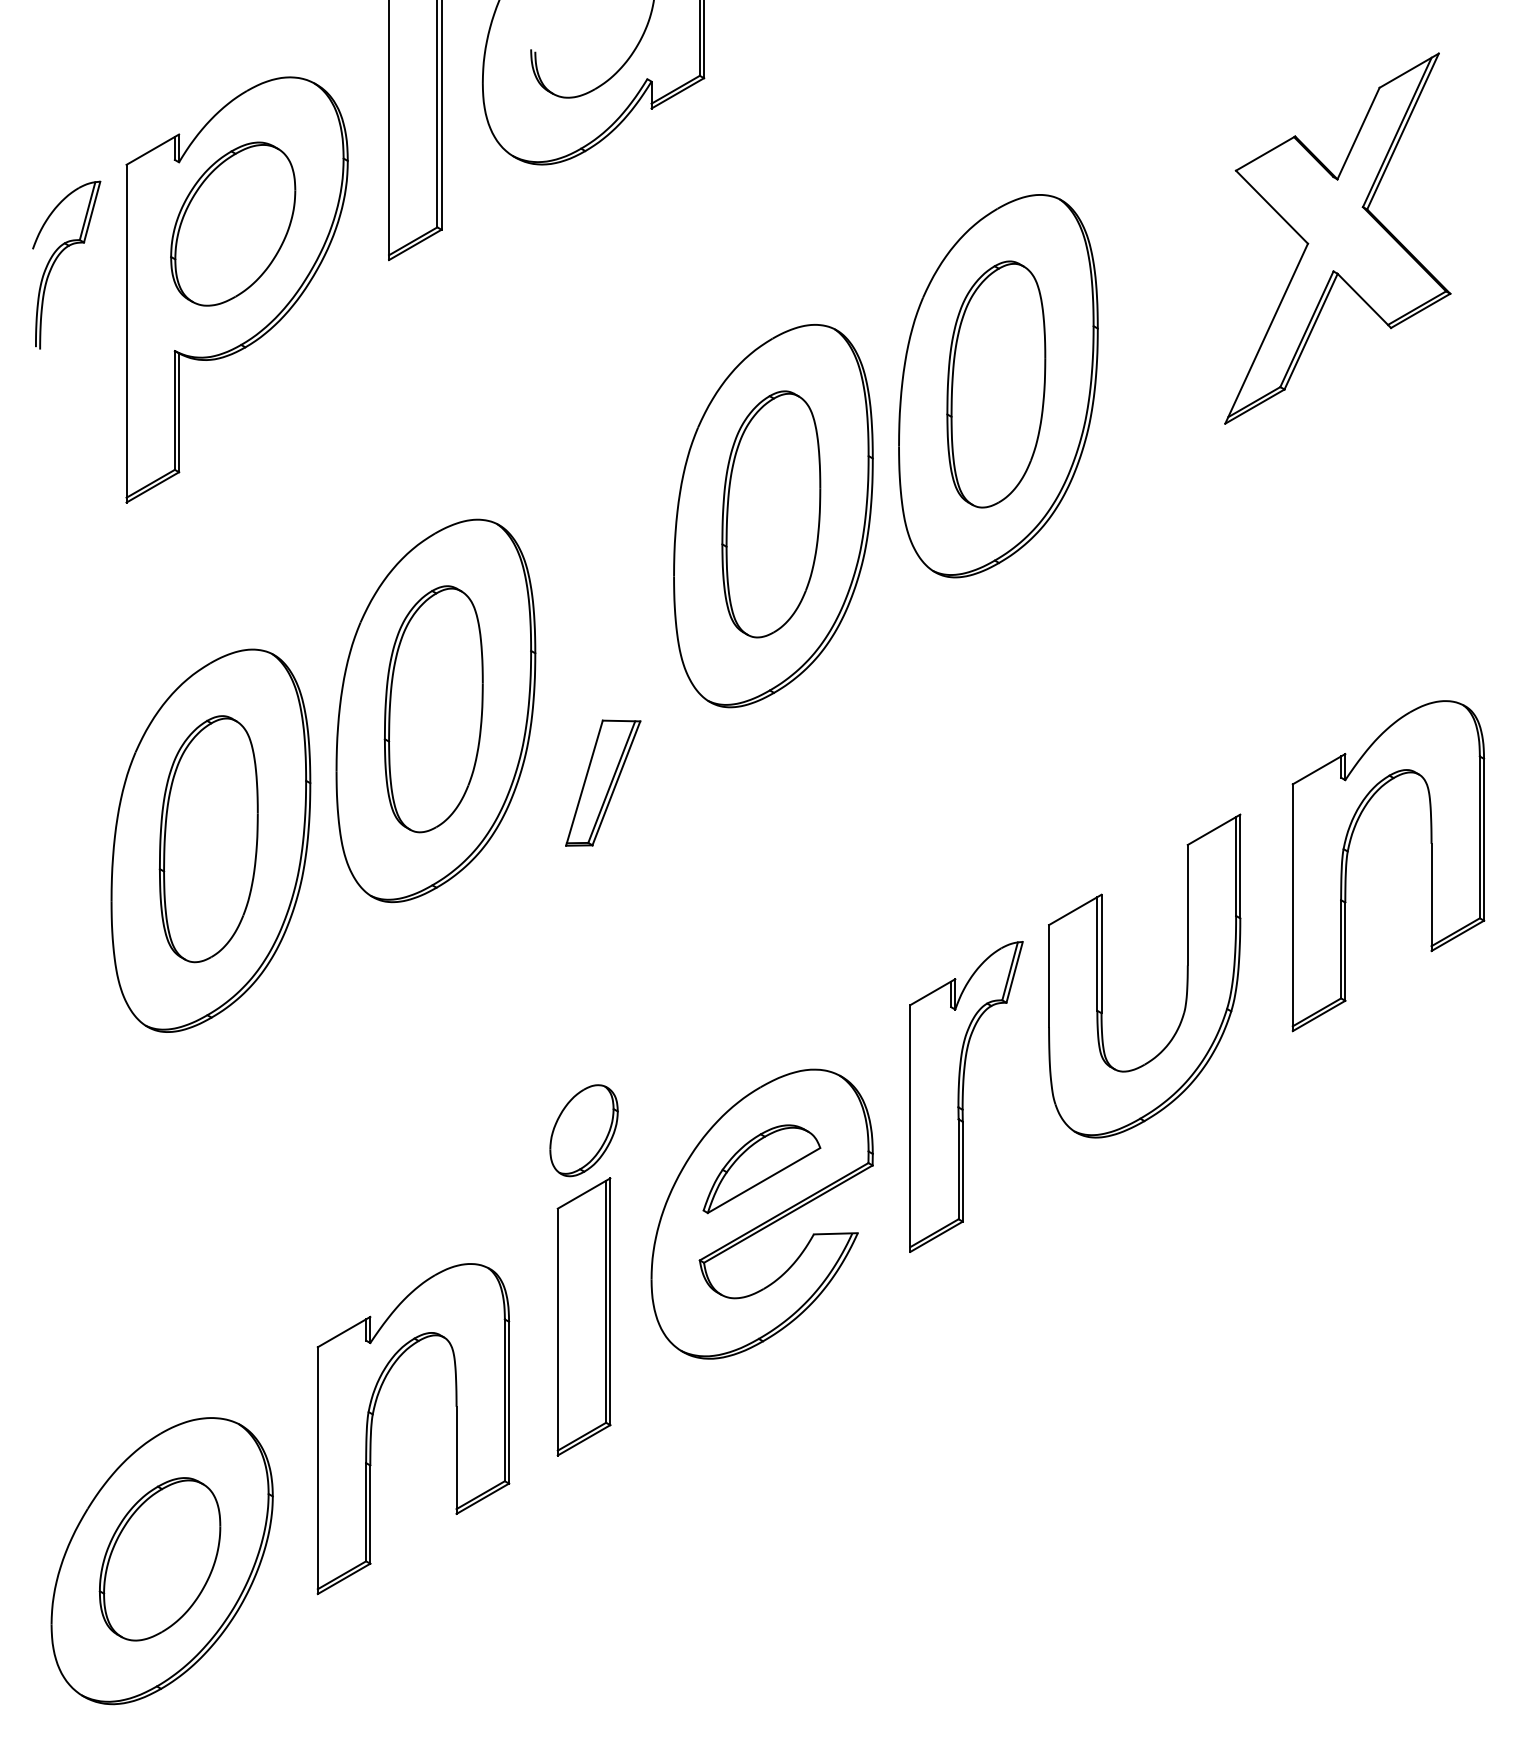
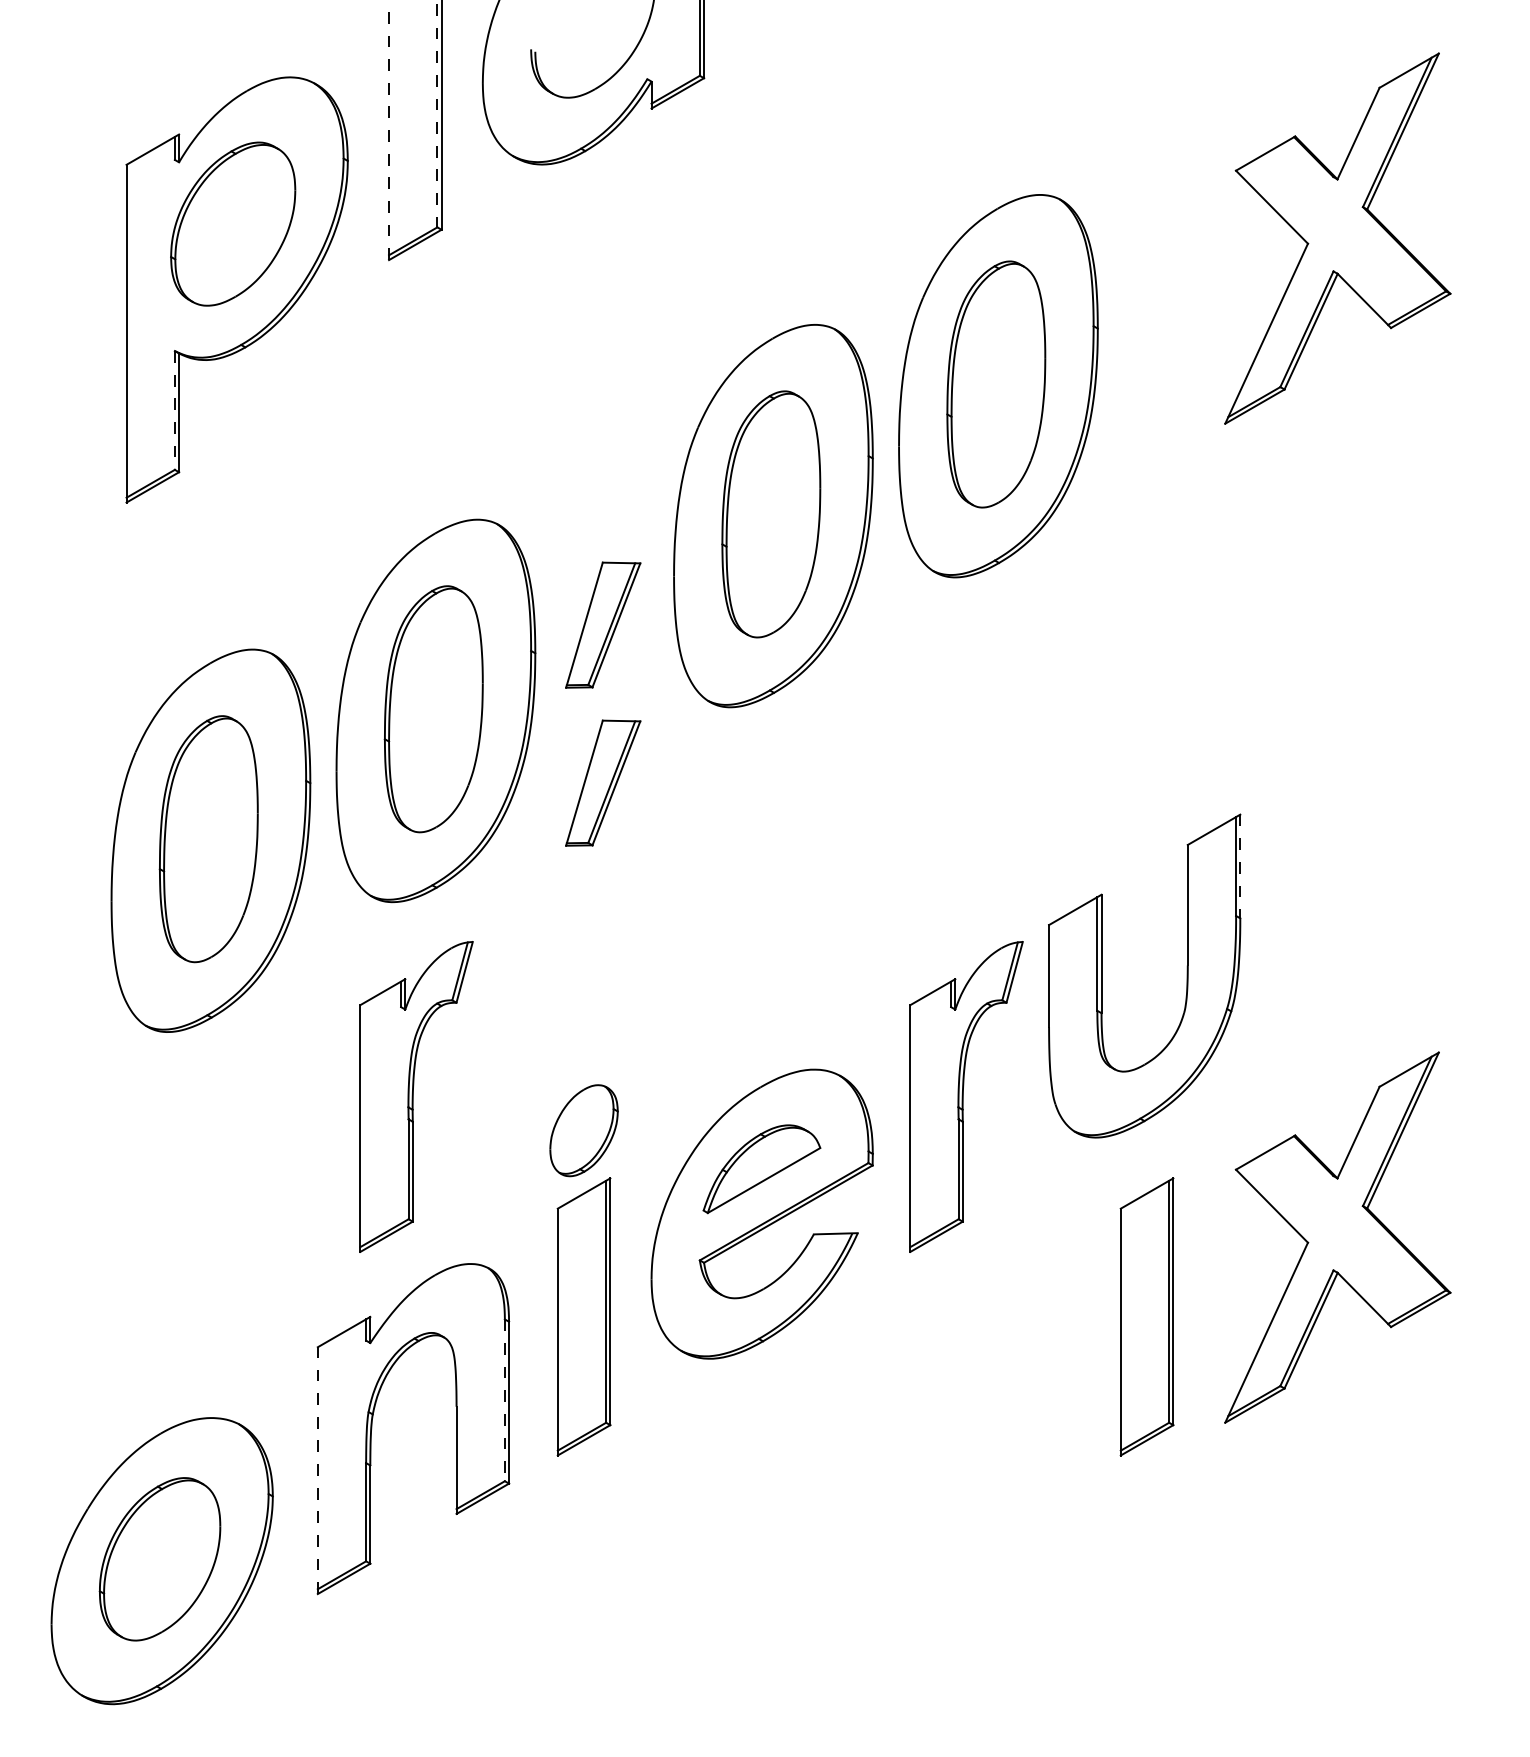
line at (437, 114): solid -> dashed
line at (389, 130): solid -> dashed
part at (58, 257): present -> none
line at (174, 410): solid -> dashed
part at (603, 624): none -> present
part at (1347, 865): present -> none
line at (1240, 866): solid -> dashed
part at (416, 1096): none -> present
part at (1337, 1237): none -> present
part at (1146, 1316): none -> present
line at (504, 1400): solid -> dashed
line at (317, 1470): solid -> dashed
